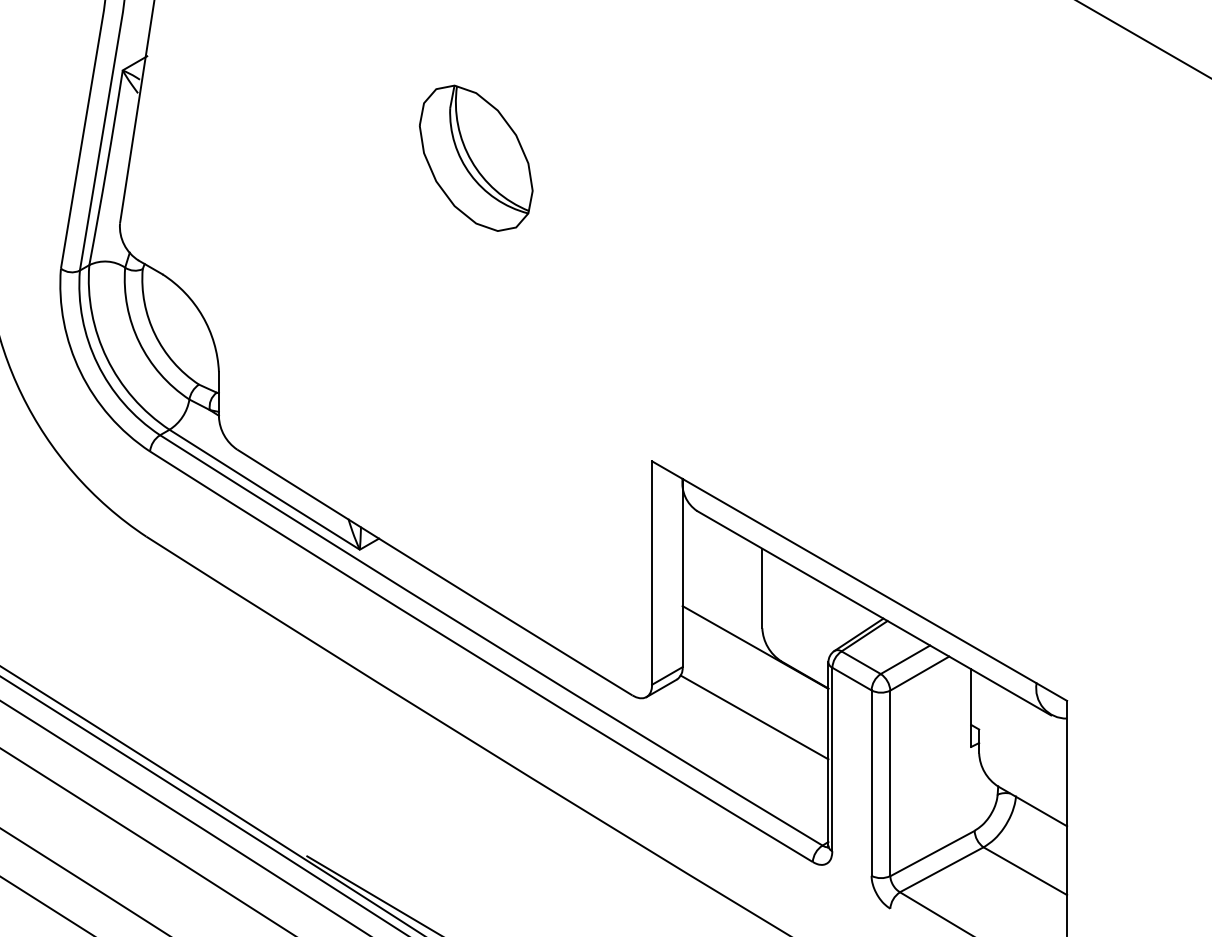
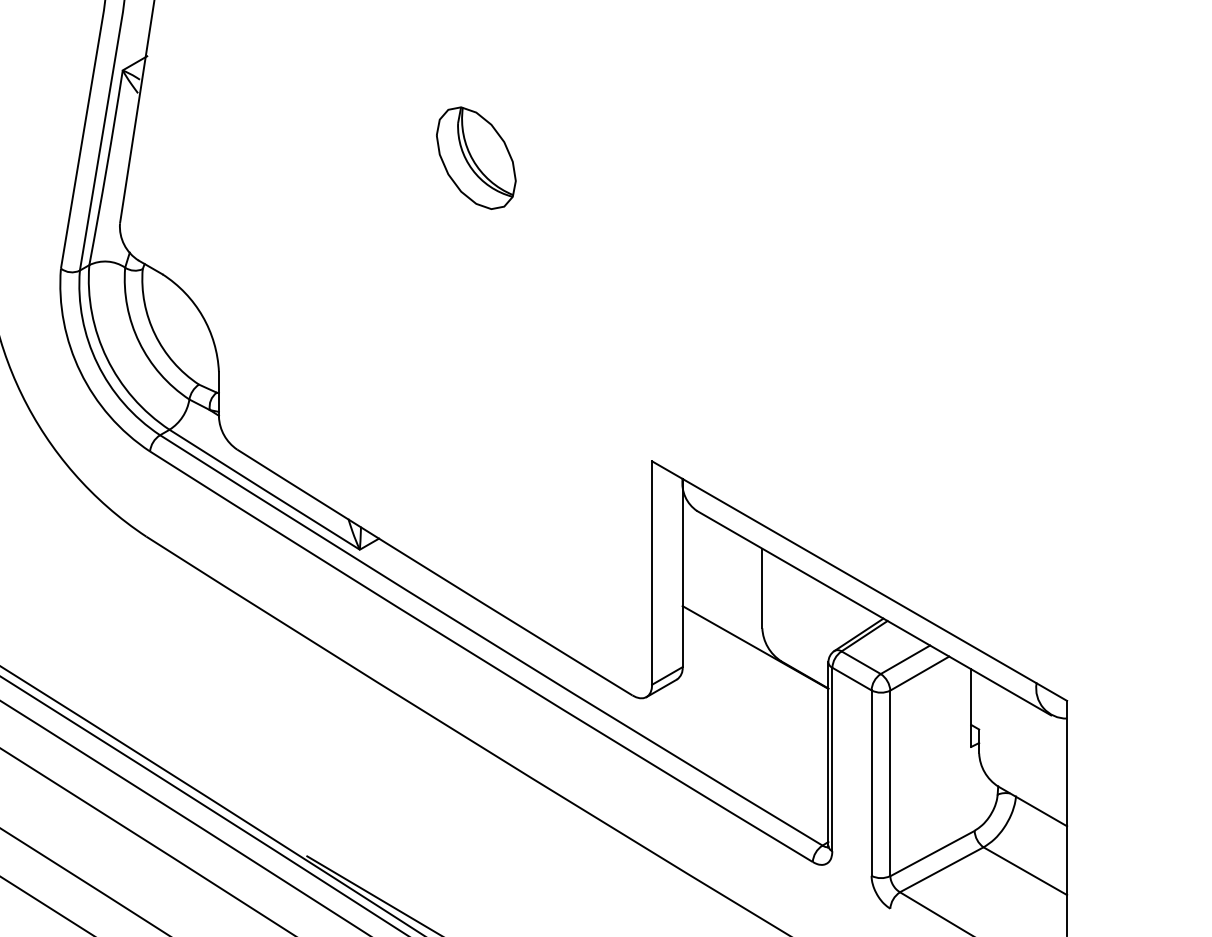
line at (1143, 39): present -> none
part at (476, 157) size: 115x148 px -> 81x104 px
line at (754, 717): present -> none
